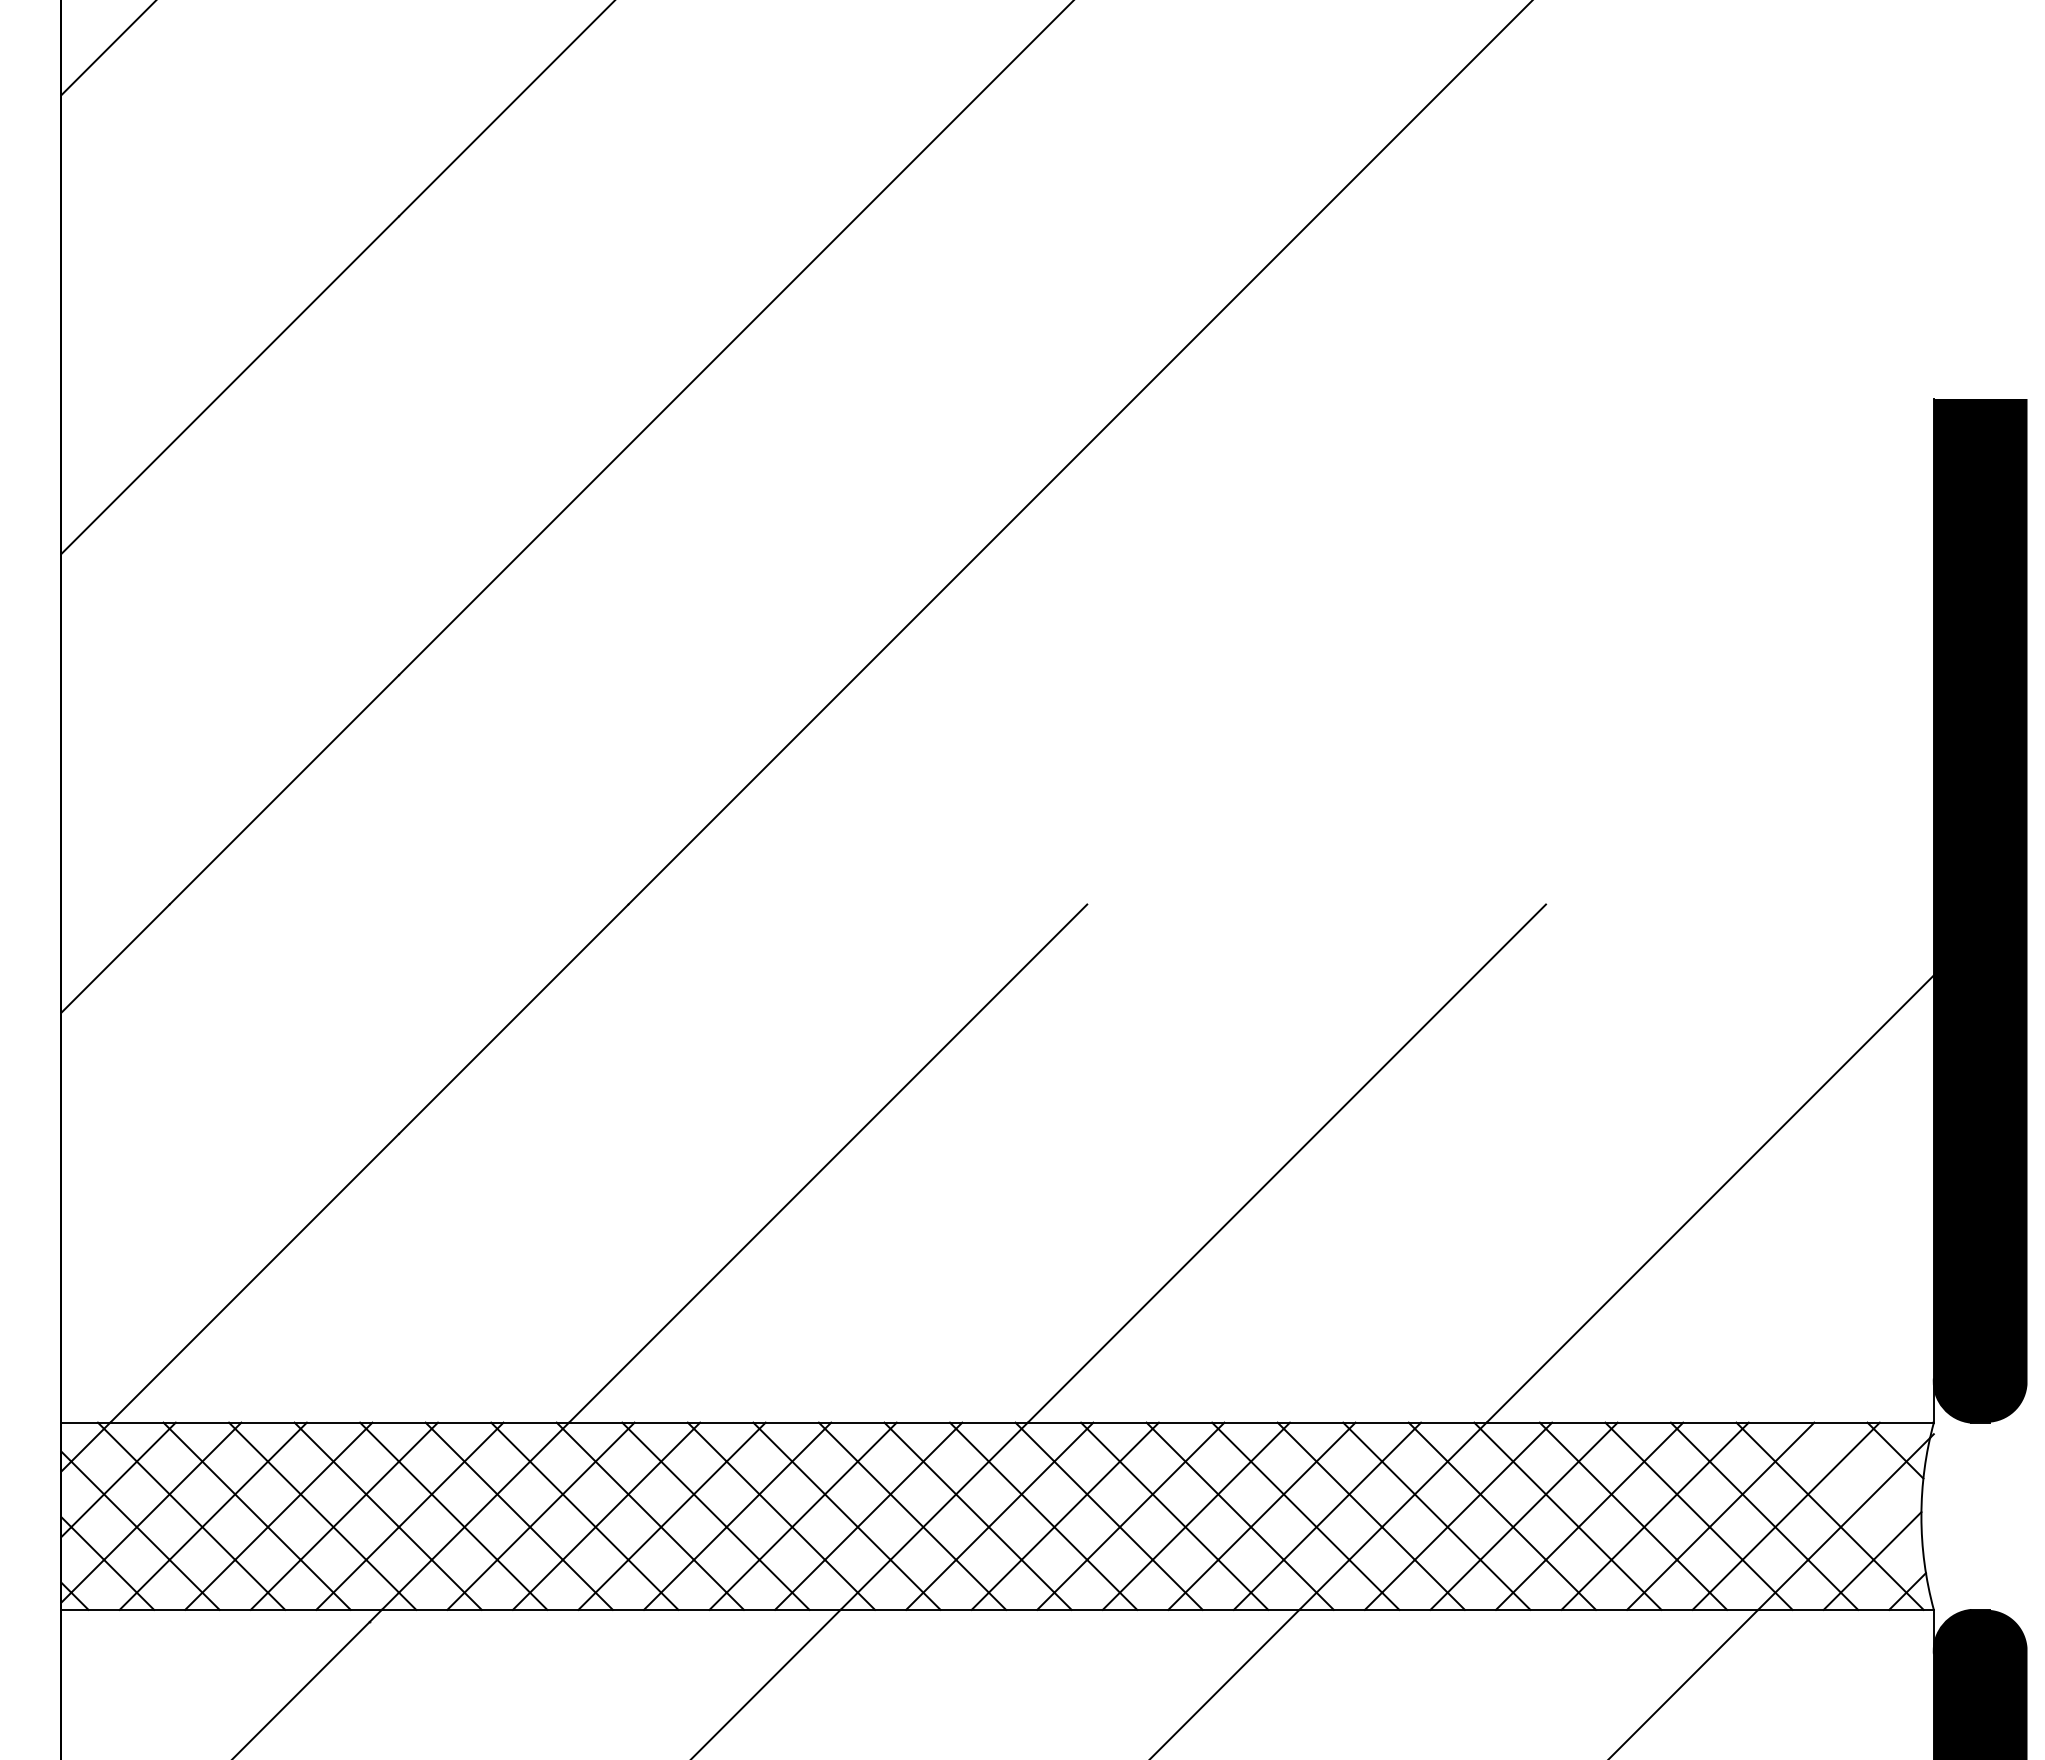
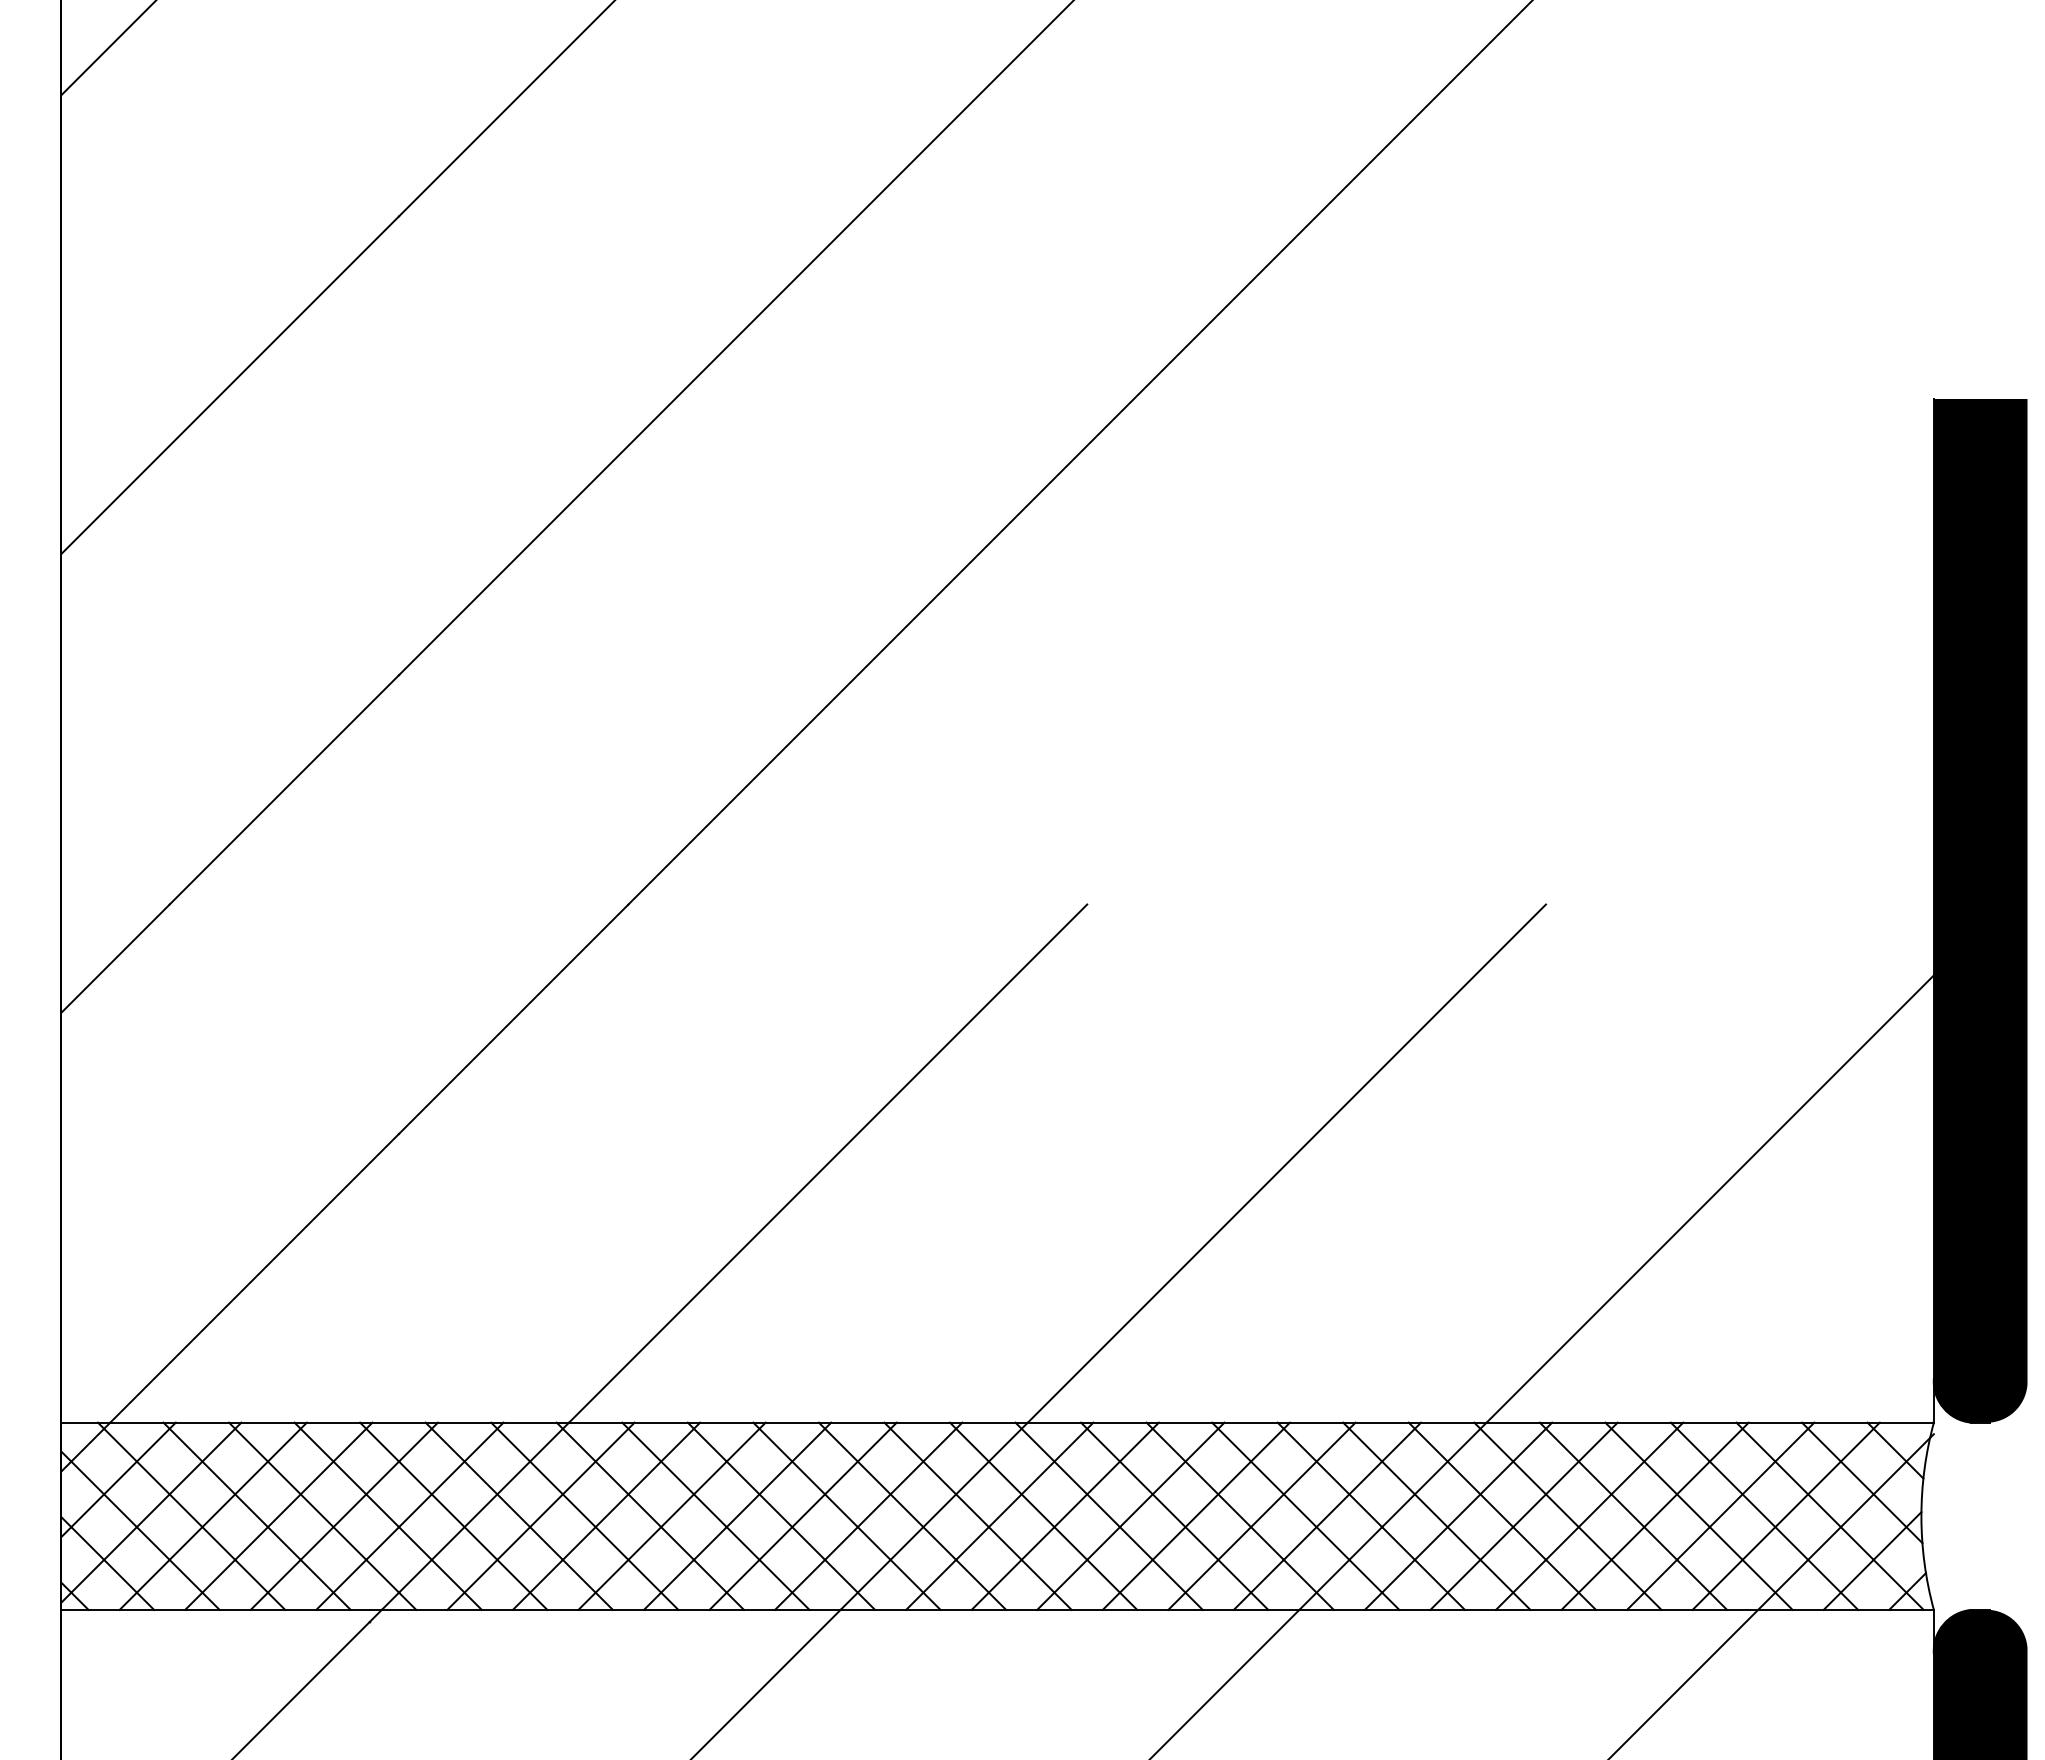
line at (1861, 1482): none -> present
